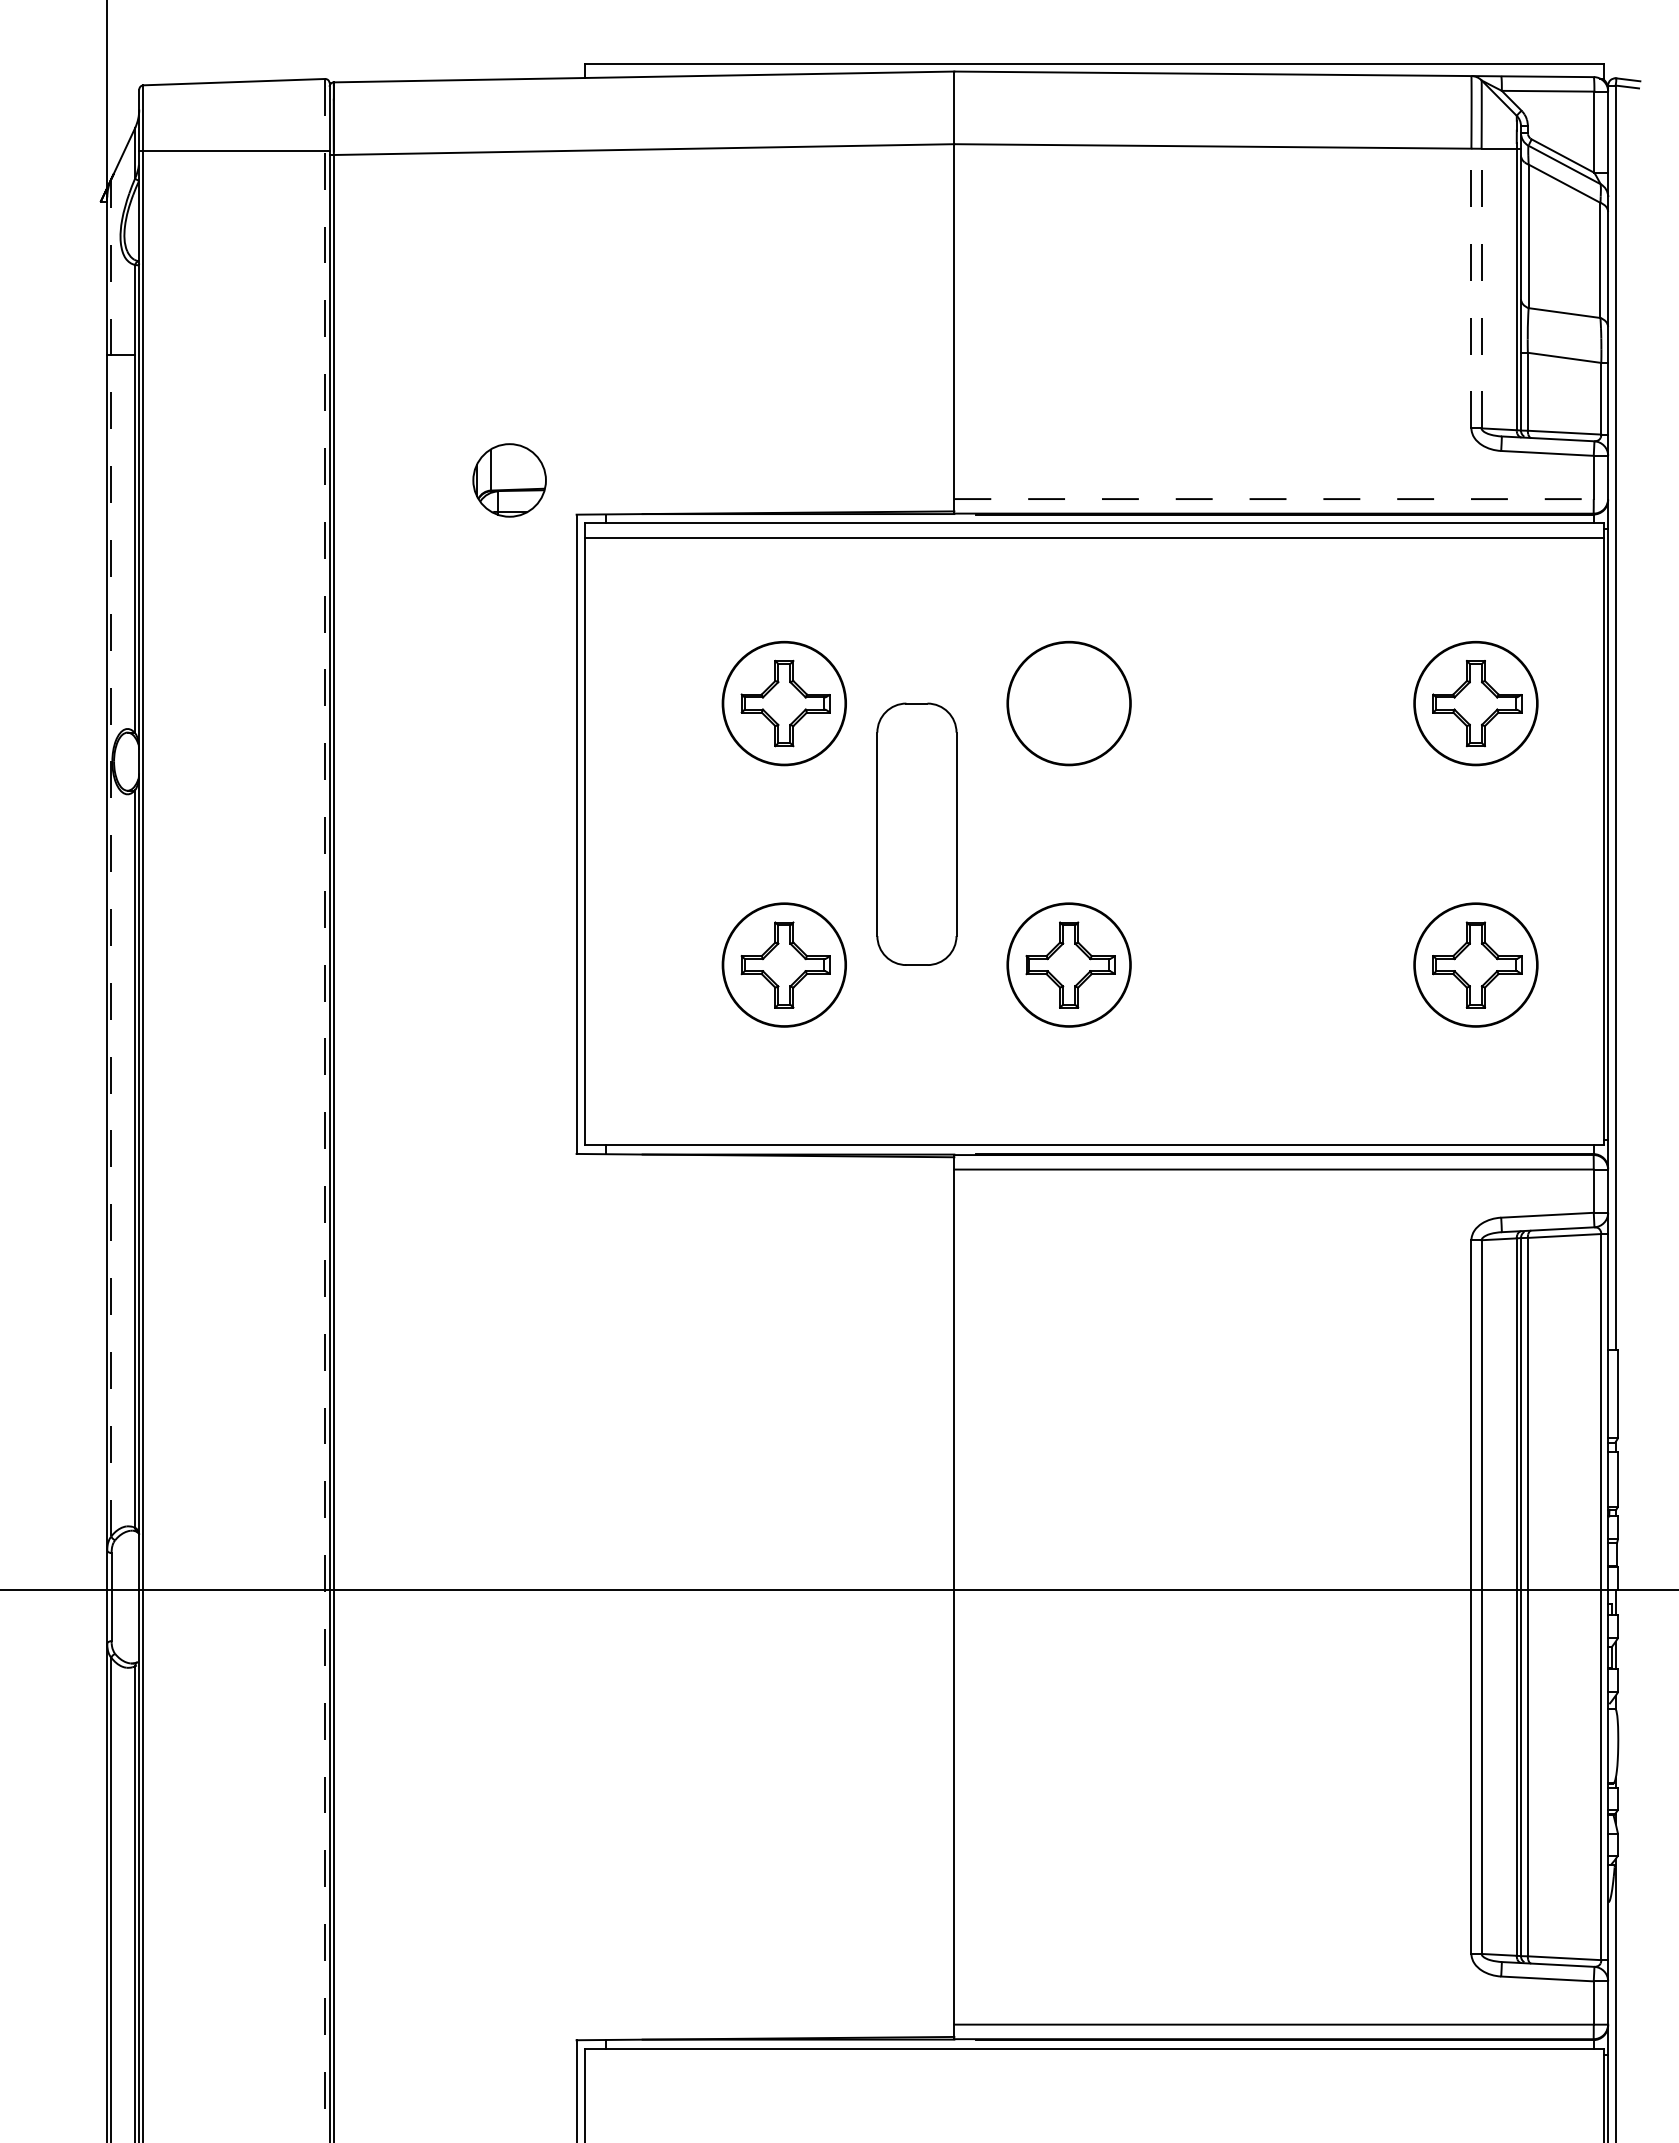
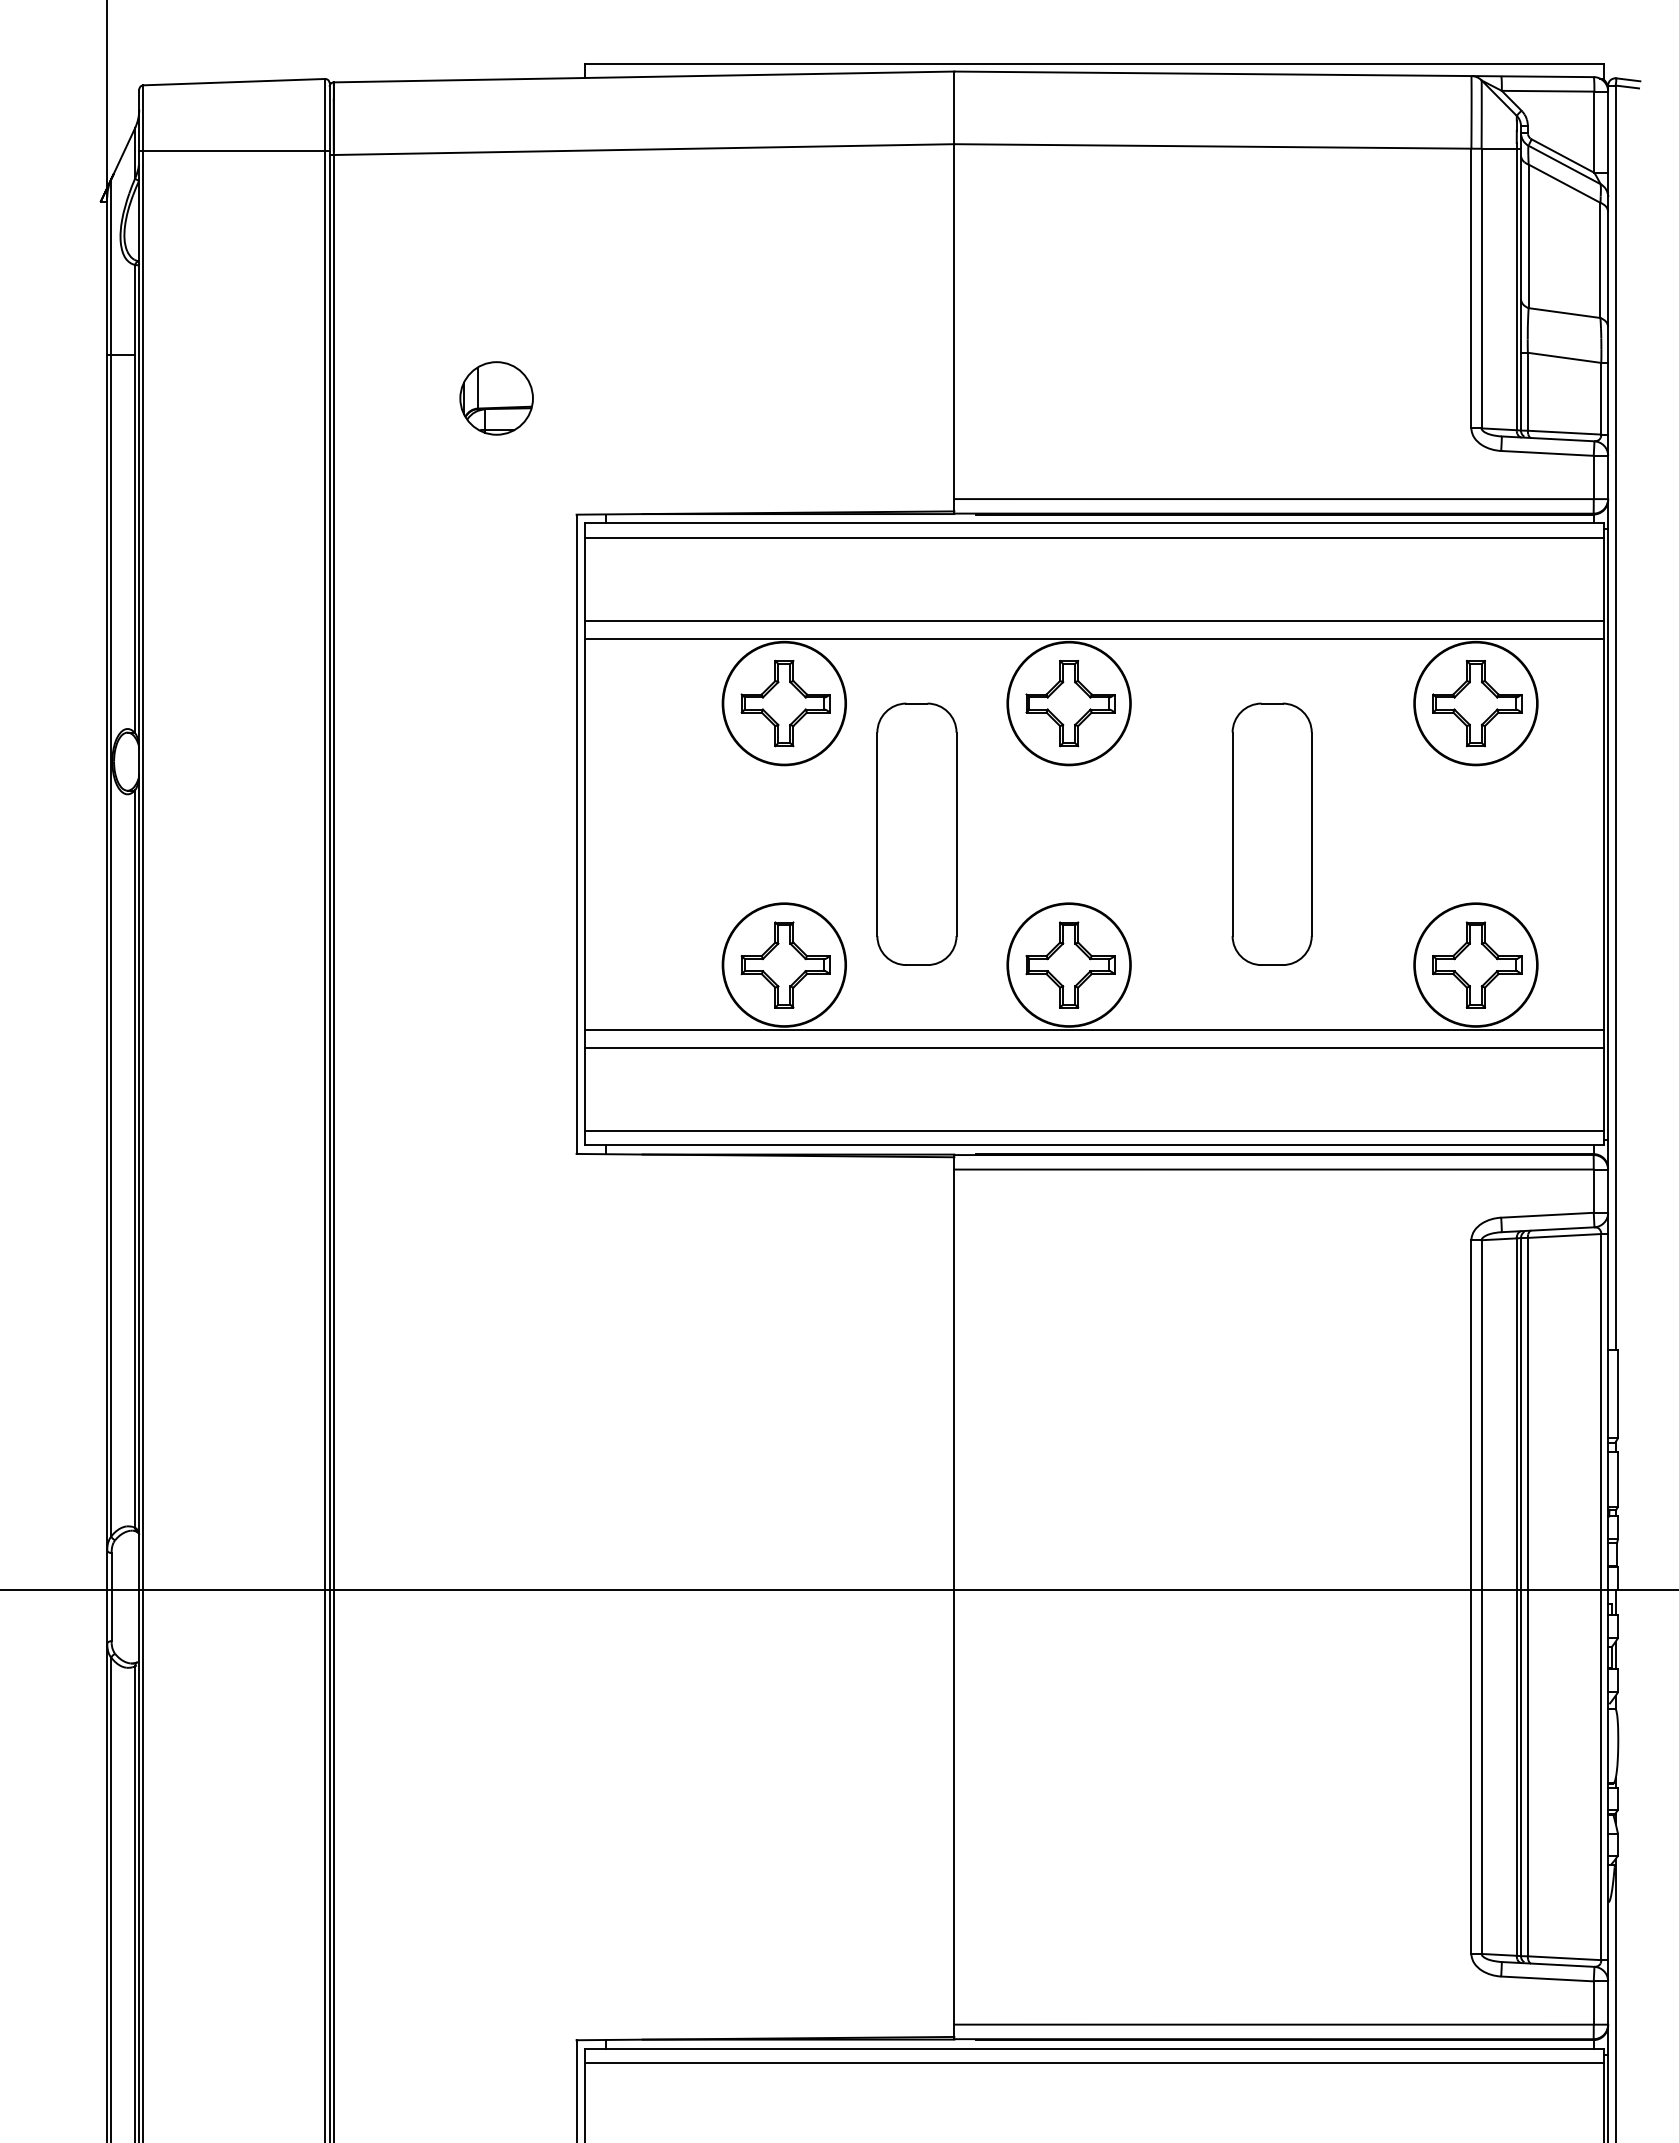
line at (1471, 288): dashed -> solid
line at (1481, 288): dashed -> solid
part at (509, 480) position: (509, 480) -> (496, 398)
line at (1281, 499): dashed -> solid
line at (1094, 620): none -> present
line at (1094, 638): none -> present
part at (1070, 703): none -> present
part at (1271, 833): none -> present
line at (111, 857): dashed -> solid
line at (1094, 1029): none -> present
line at (1094, 1047): none -> present
line at (325, 1110): dashed -> solid
line at (1094, 1130): none -> present
line at (1094, 2063): none -> present
